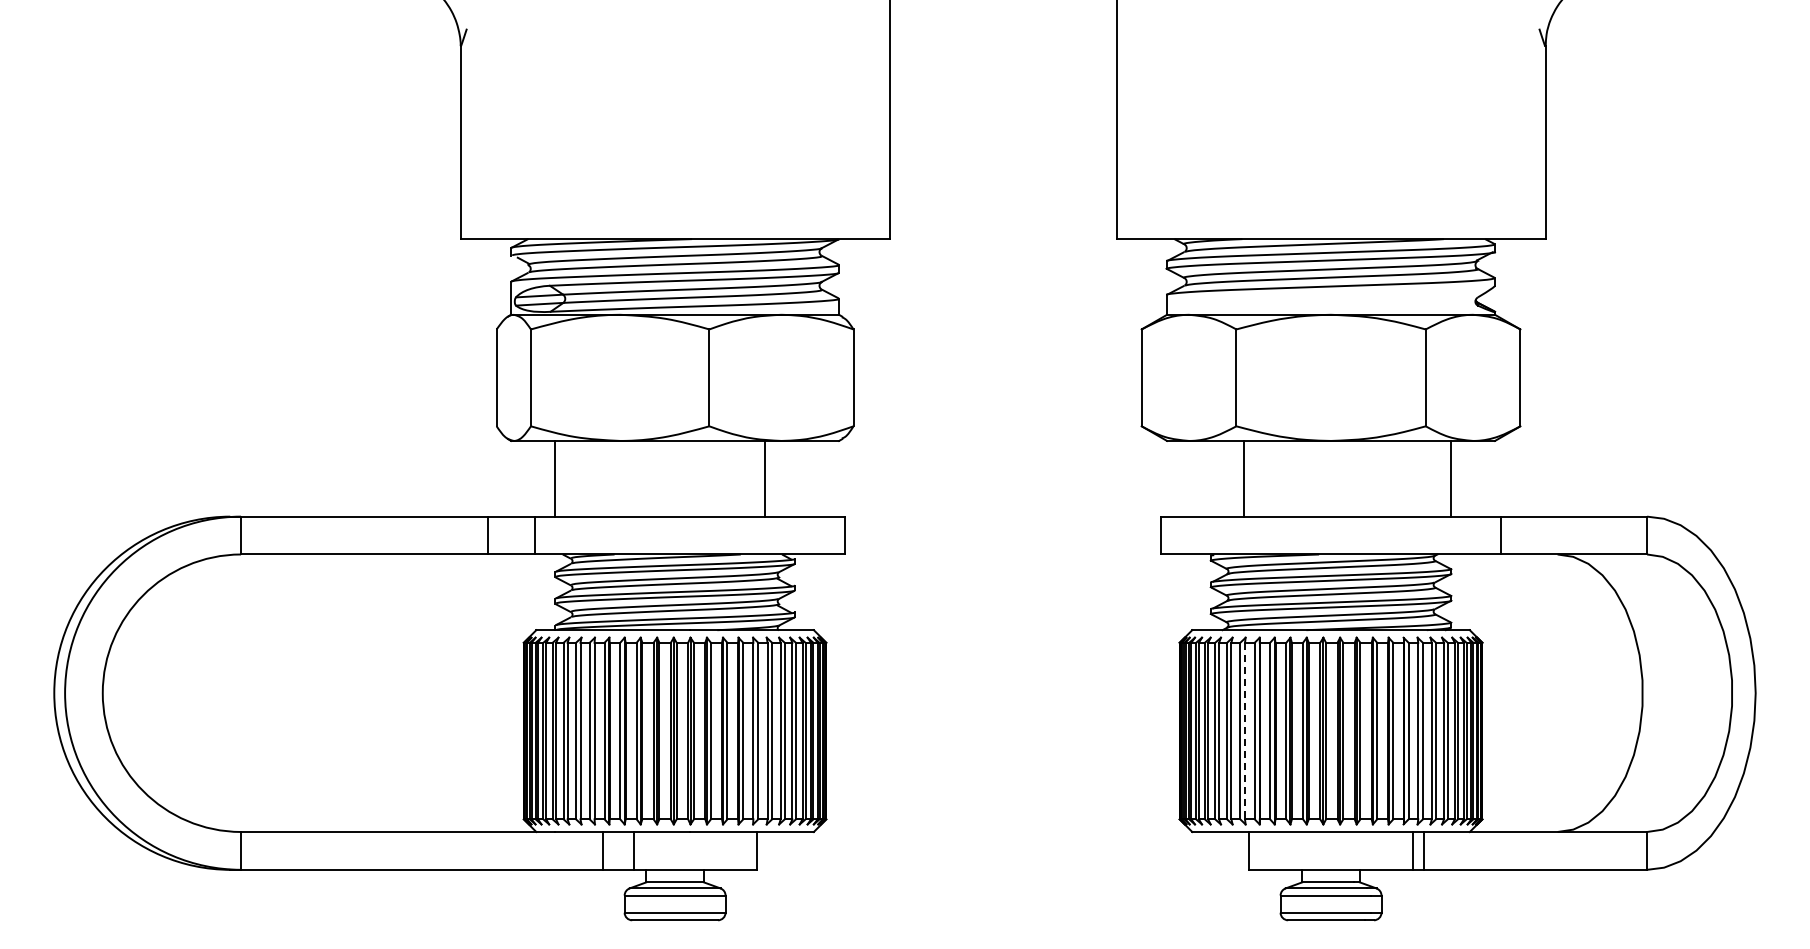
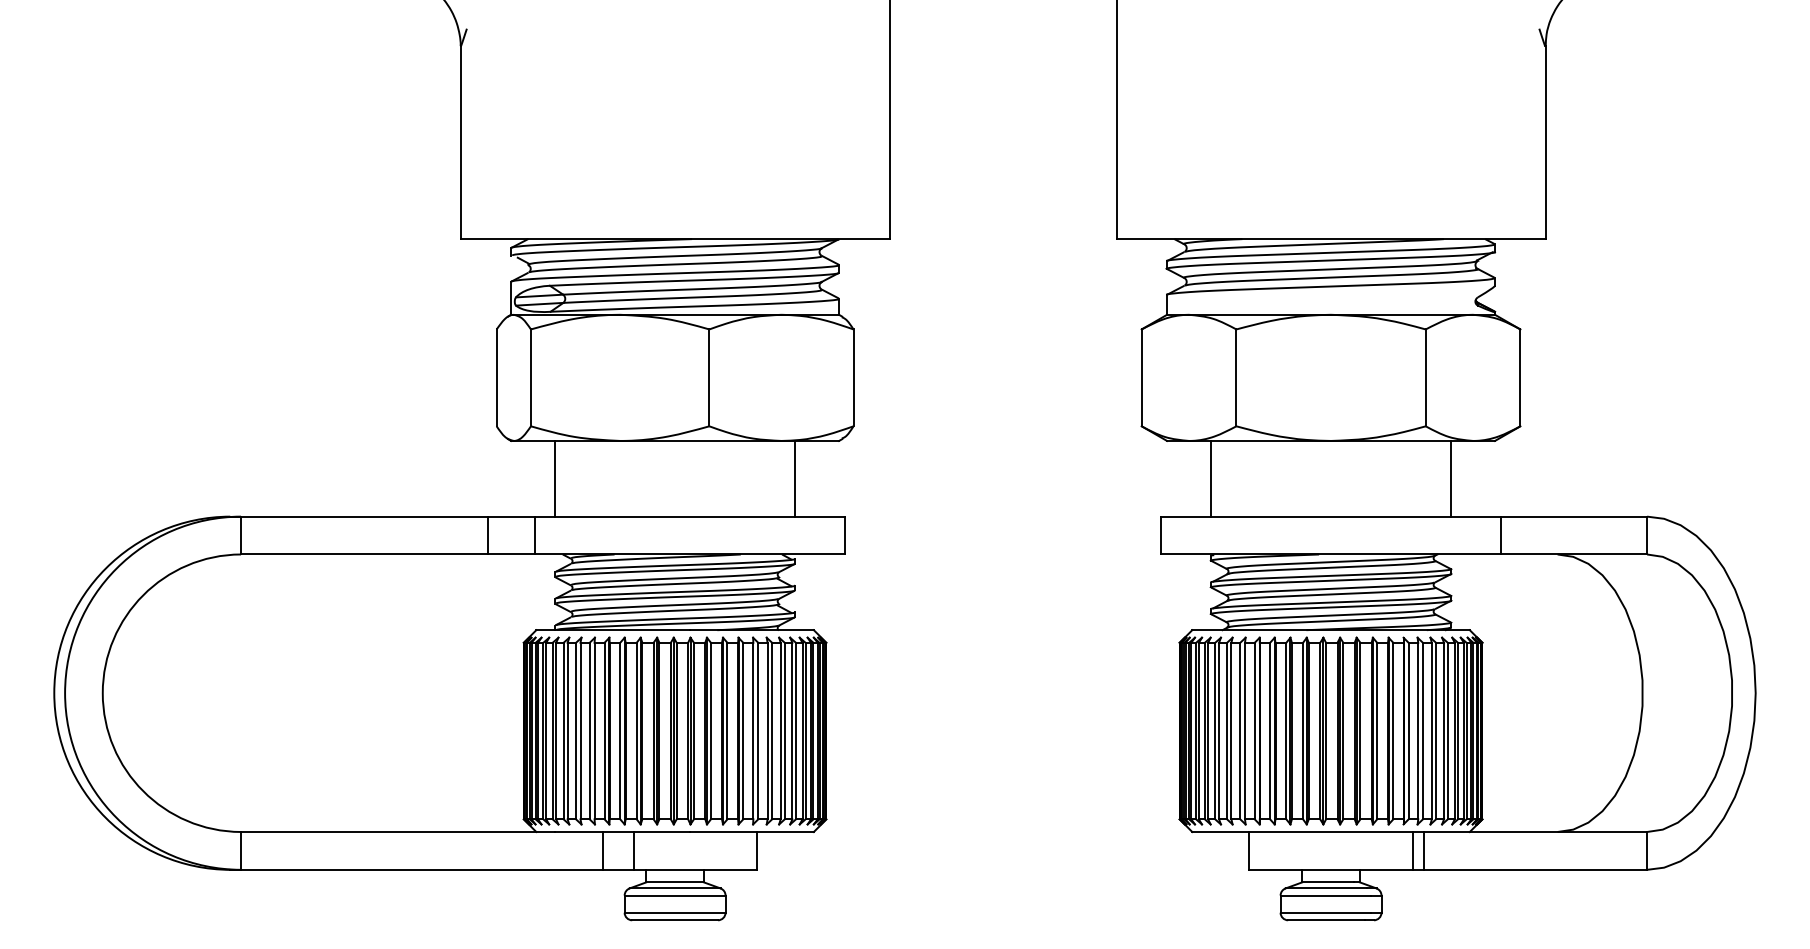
line at (764, 478) position: (764, 478) -> (794, 478)
line at (1244, 478) position: (1244, 478) -> (1211, 478)
line at (1245, 731): dashed -> solid
